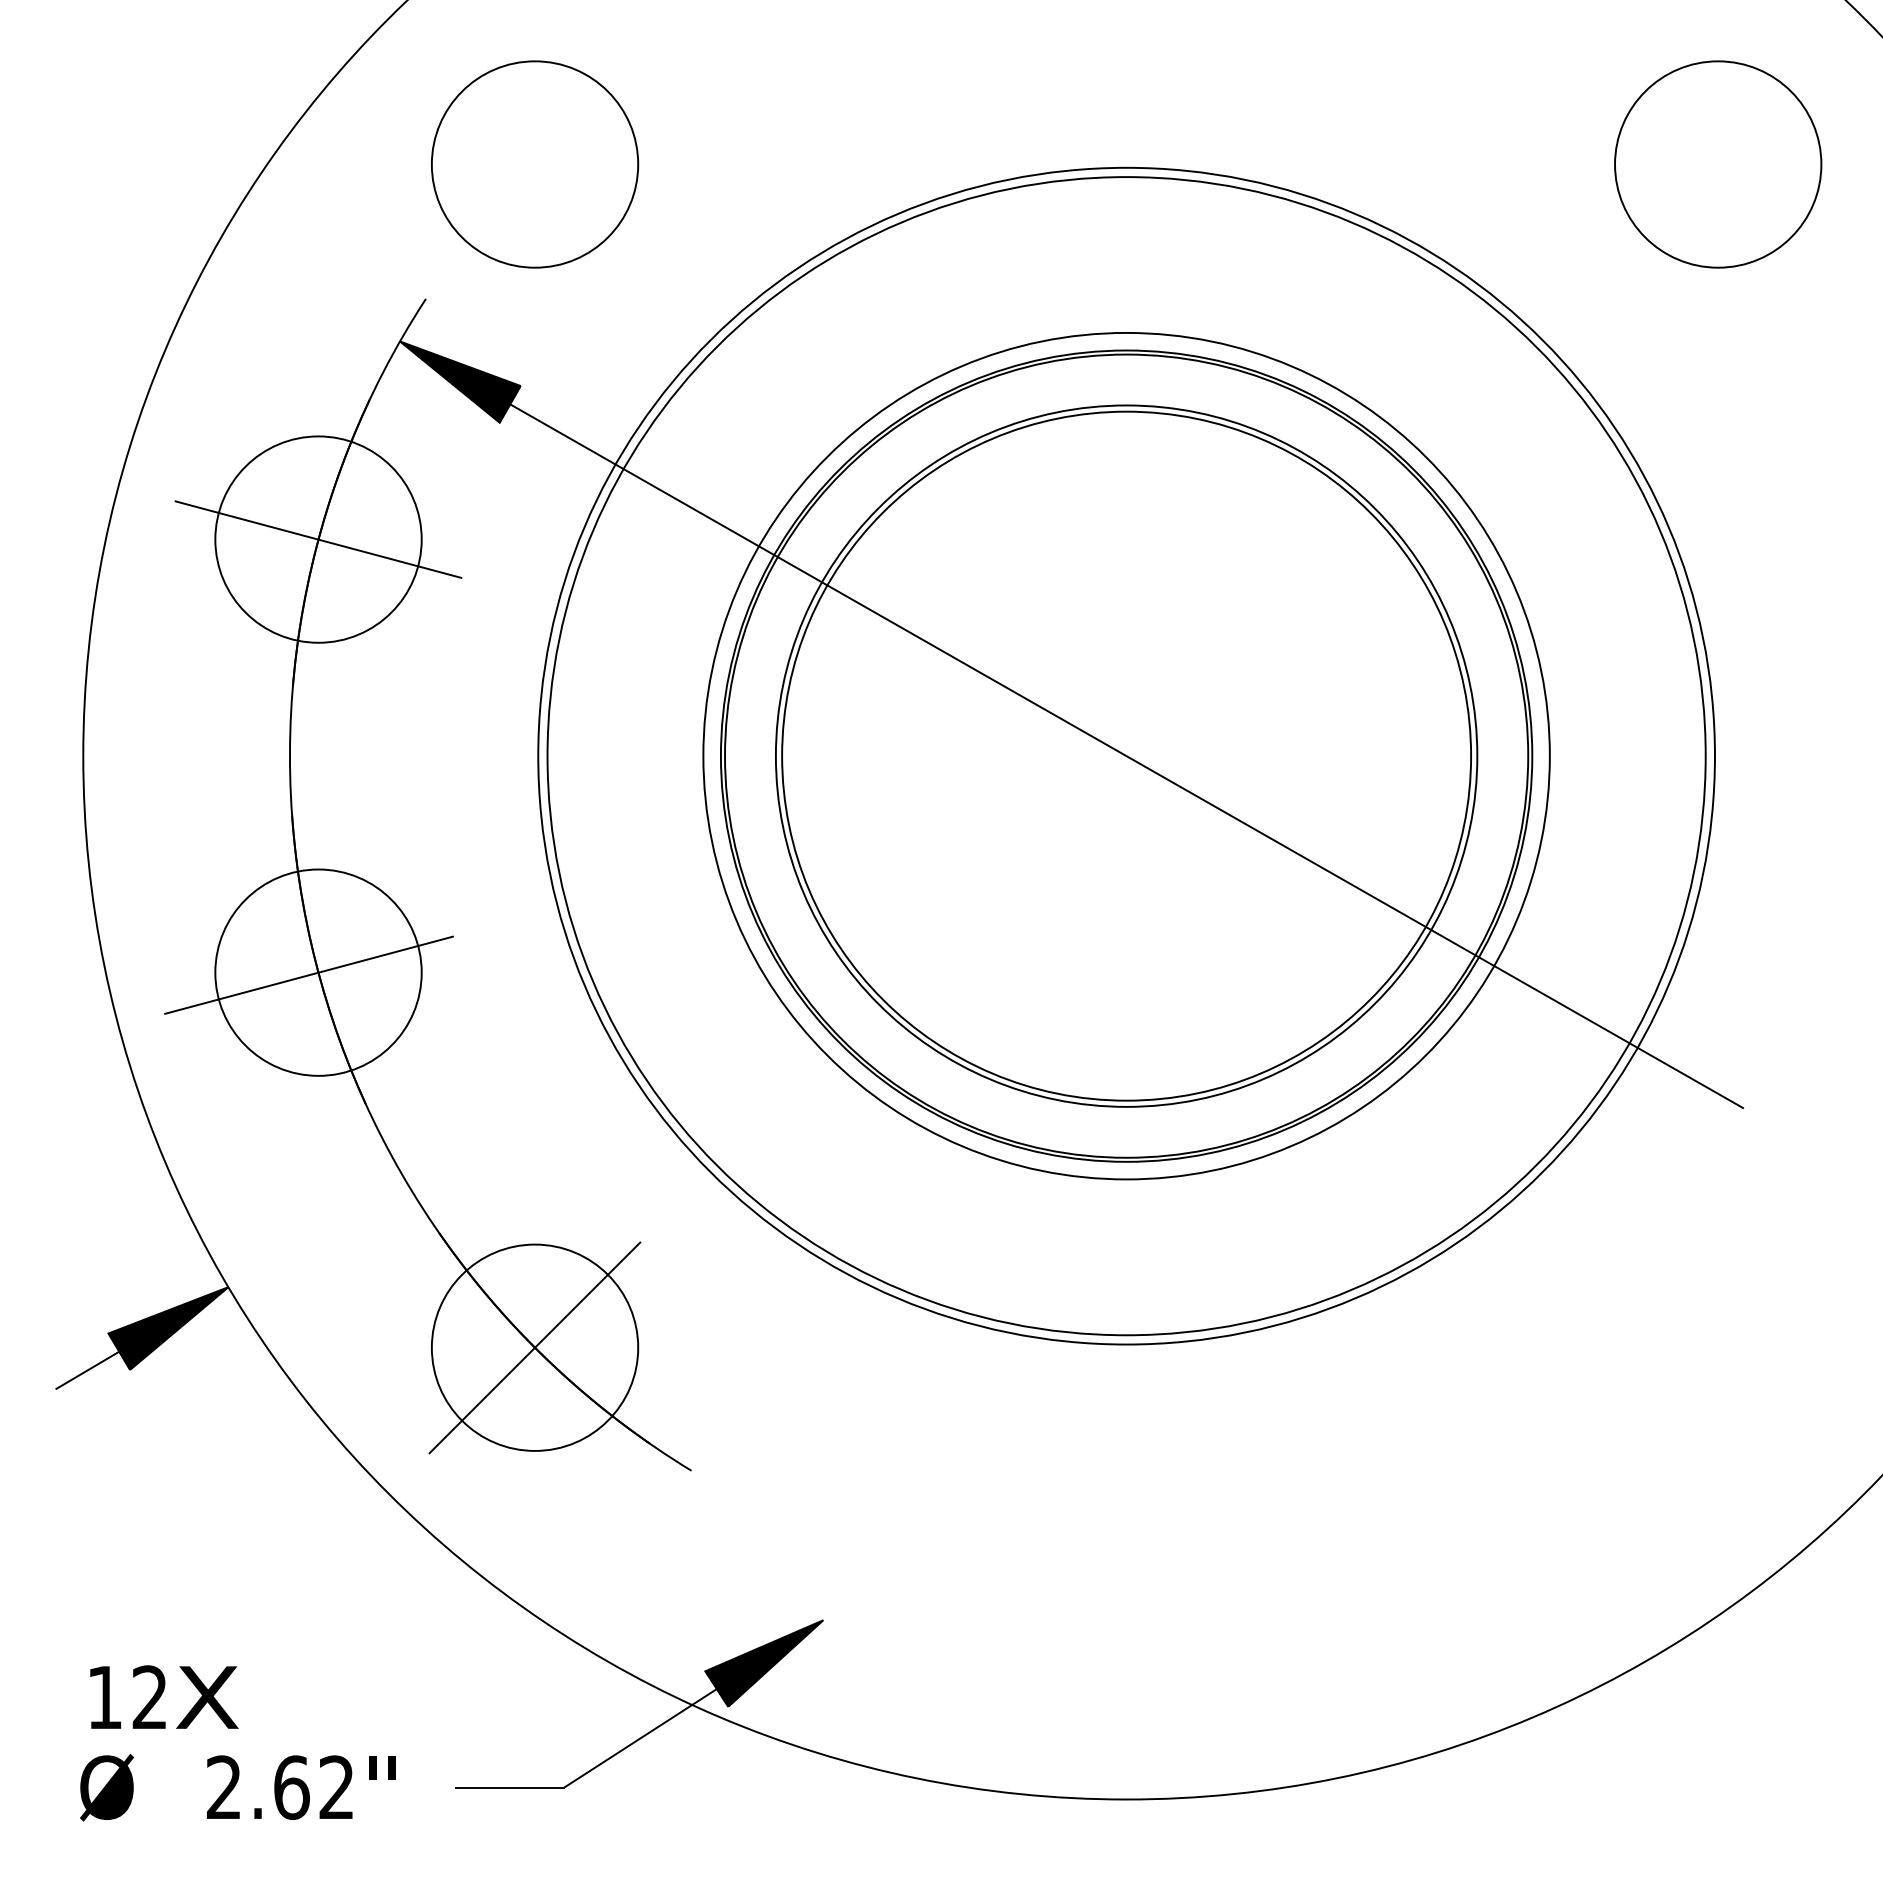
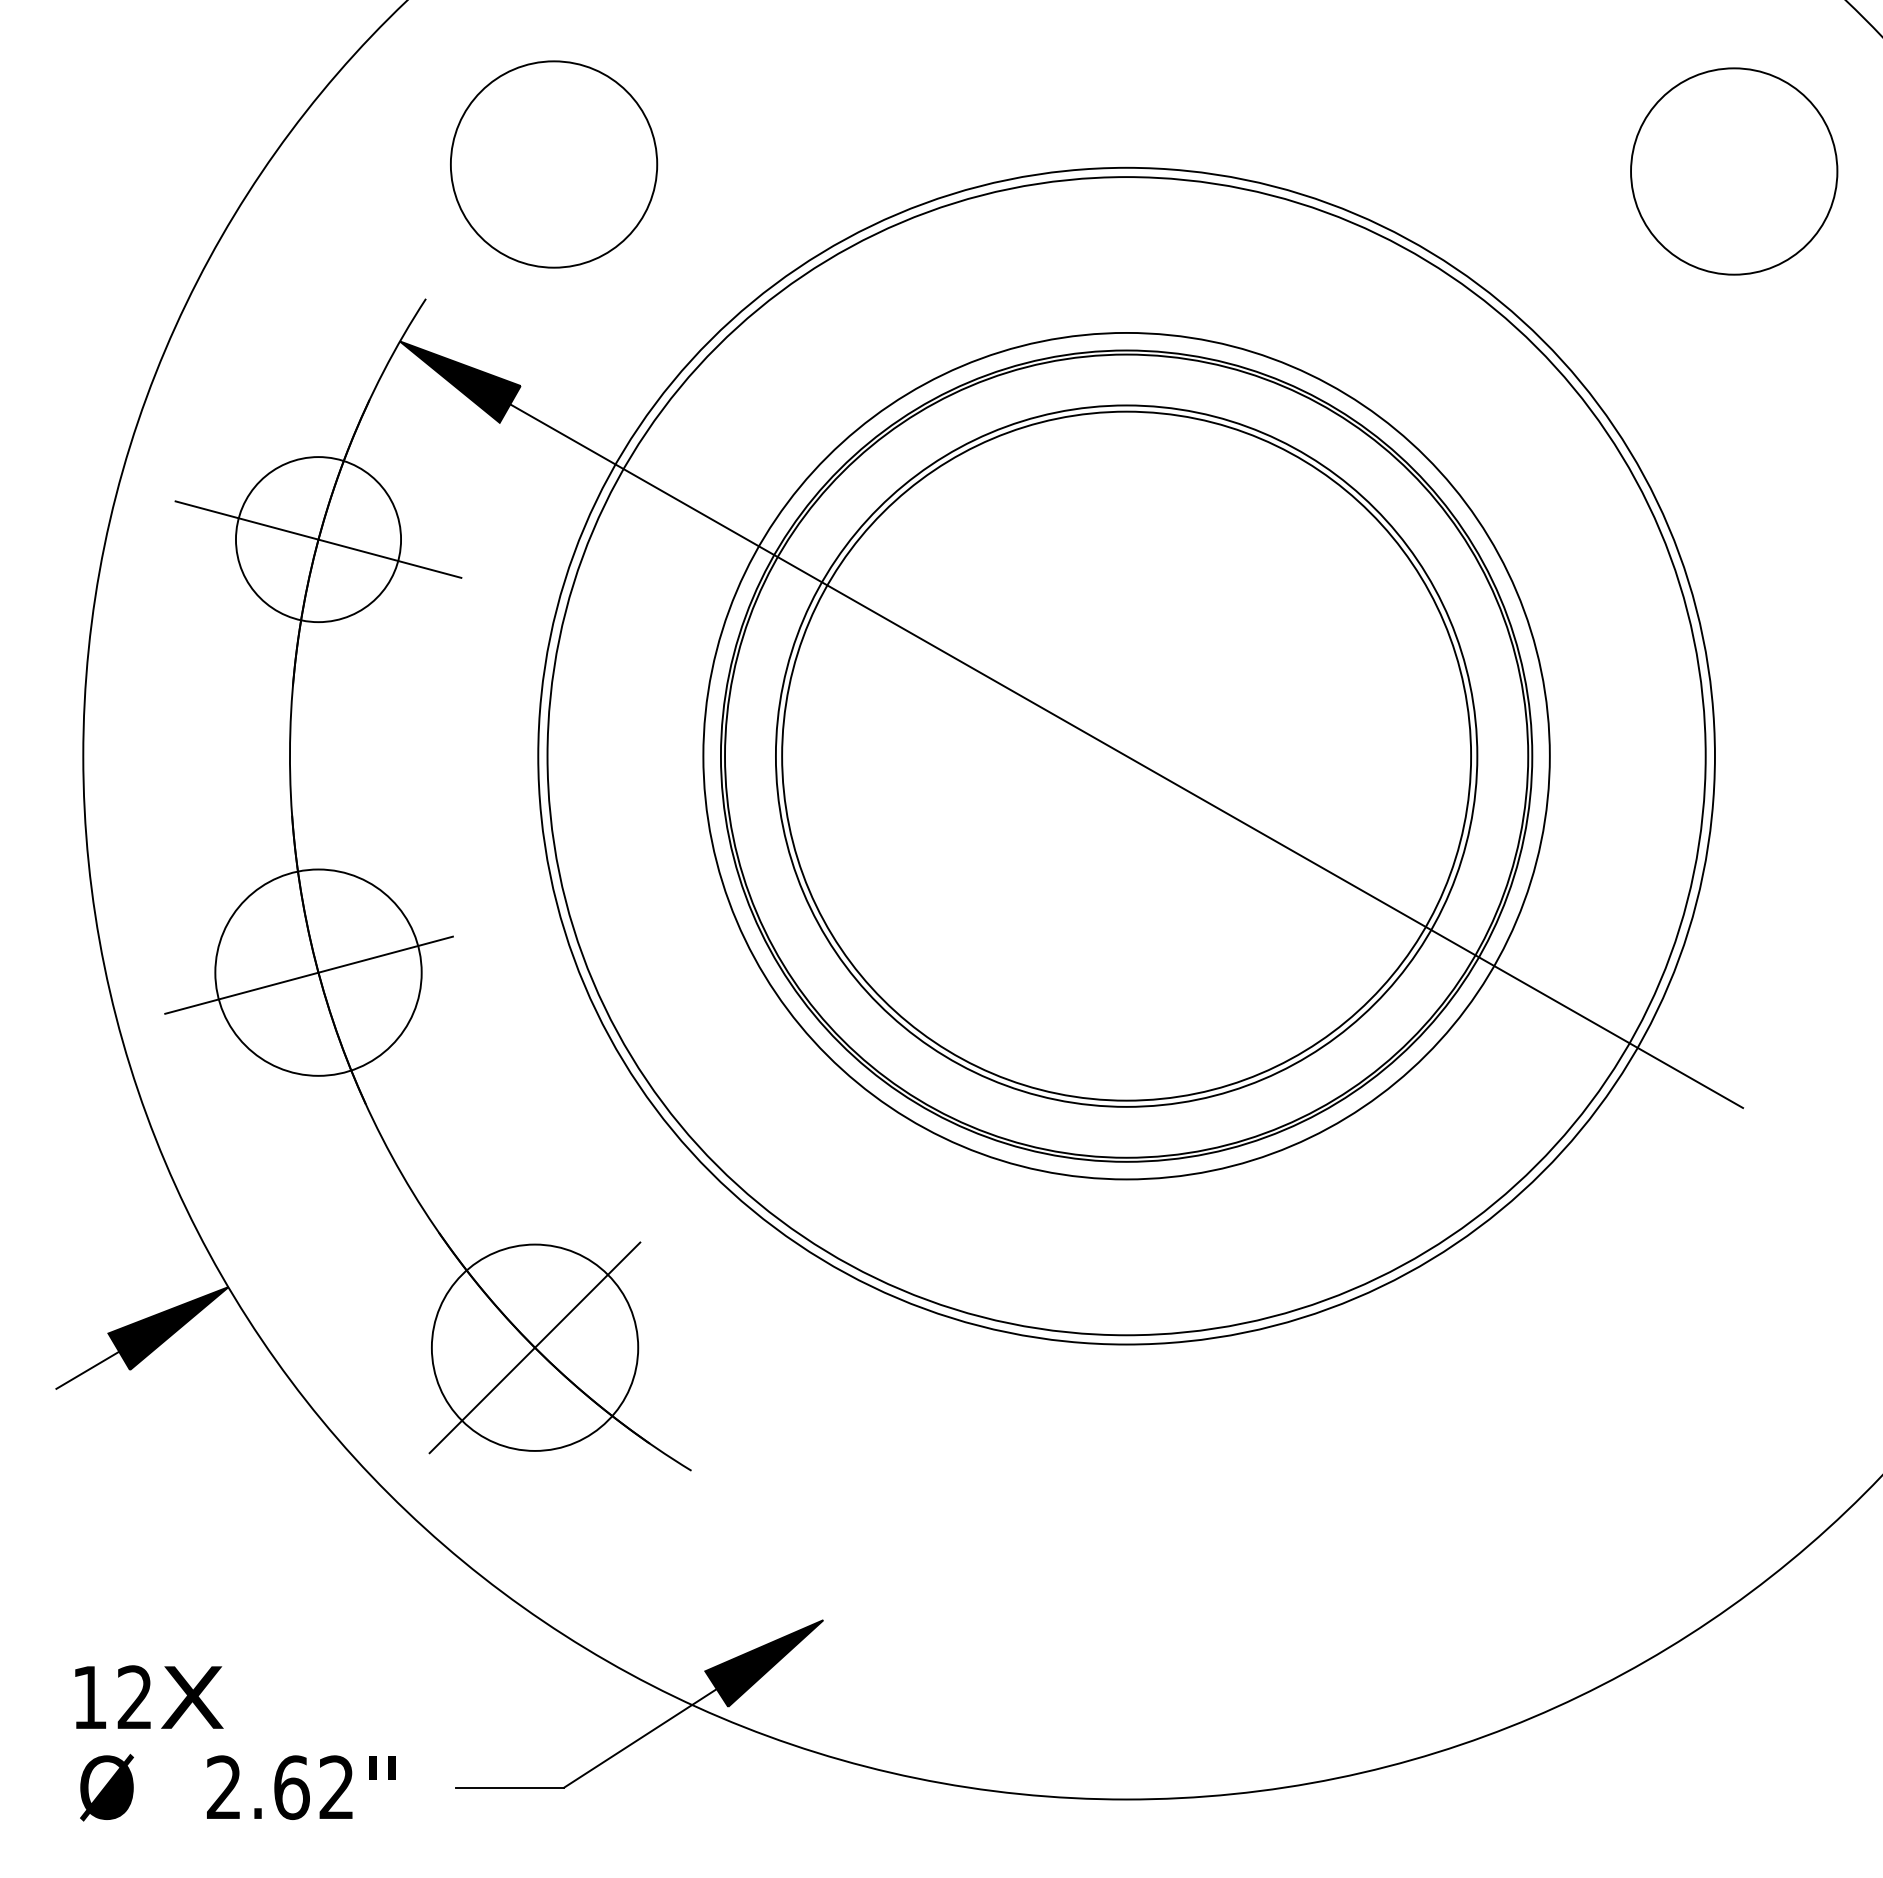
circle at (535, 164) position: (535, 164) -> (554, 164)
circle at (1718, 164) position: (1718, 164) -> (1734, 171)
circle at (318, 539) diameter: 206 px -> 165 px
text at (164, 1696) position: (164, 1696) -> (149, 1696)
